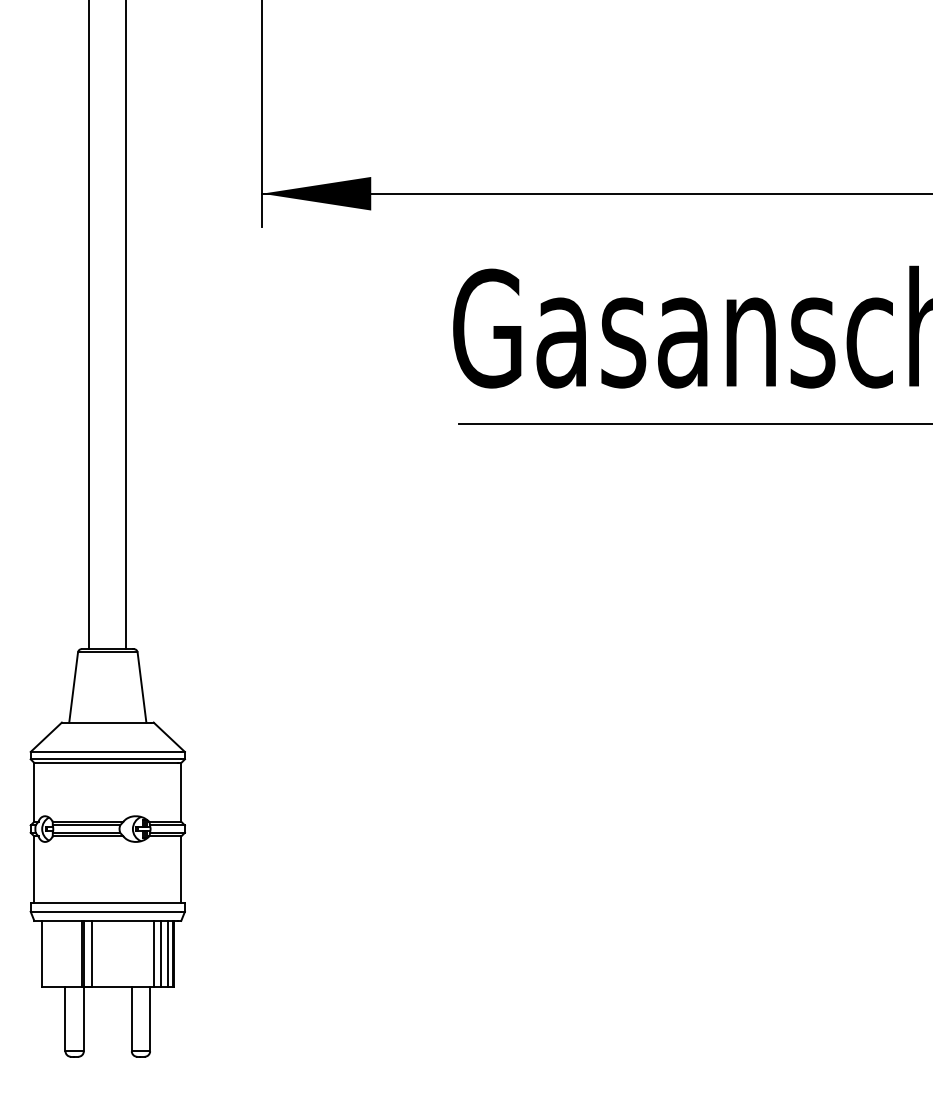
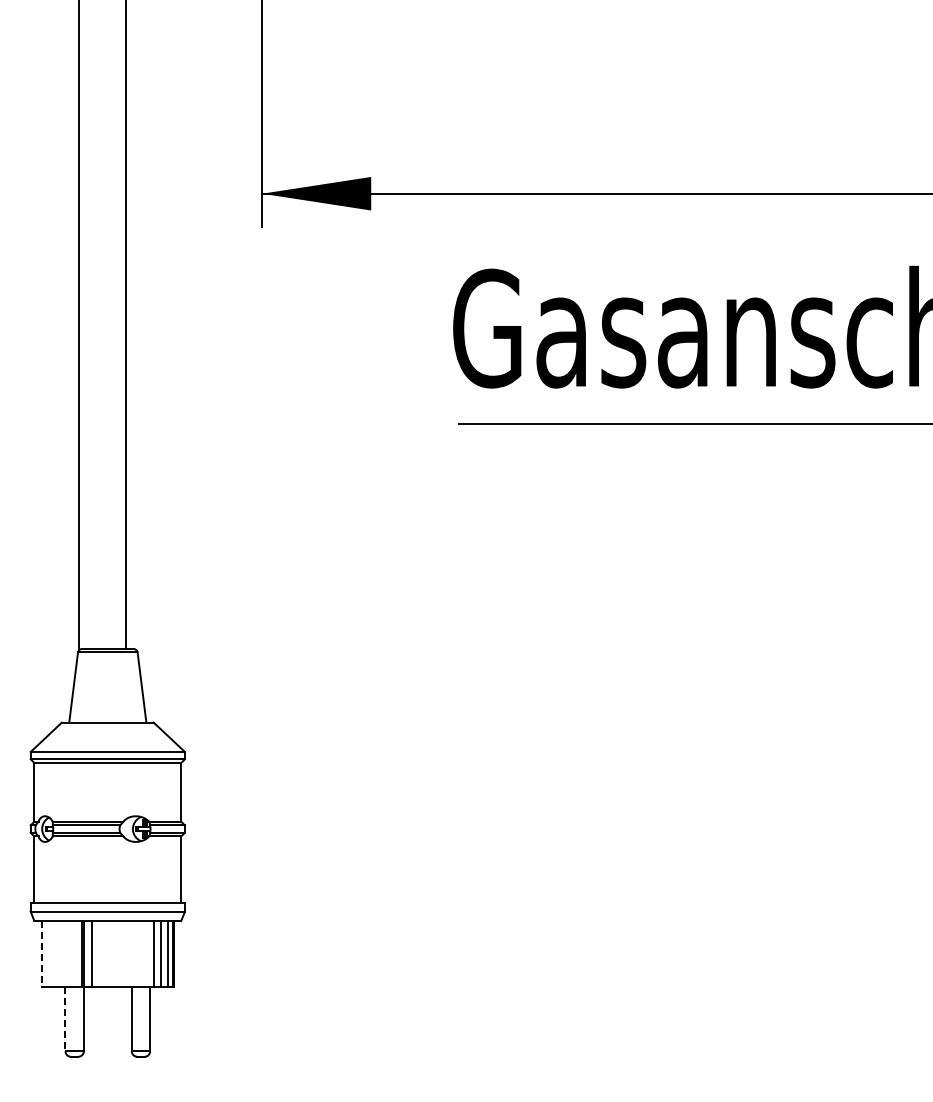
line at (89, 325) position: (89, 325) -> (79, 325)
line at (42, 954): solid -> dashed
line at (65, 1019): solid -> dashed
